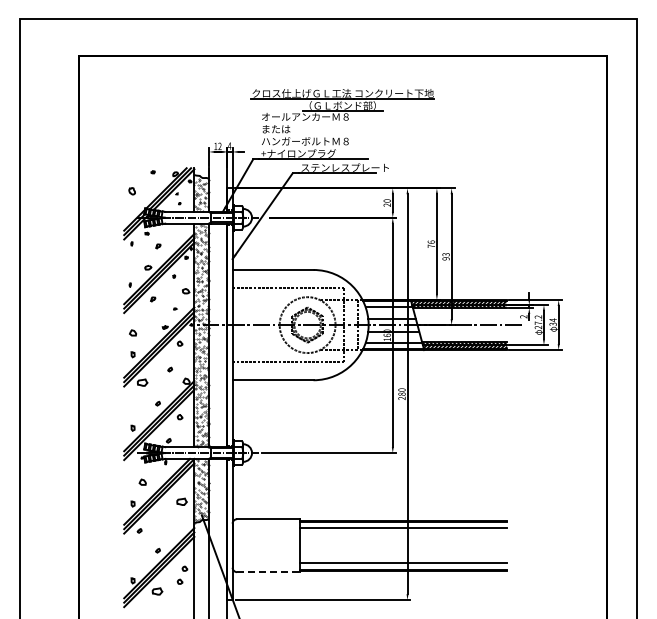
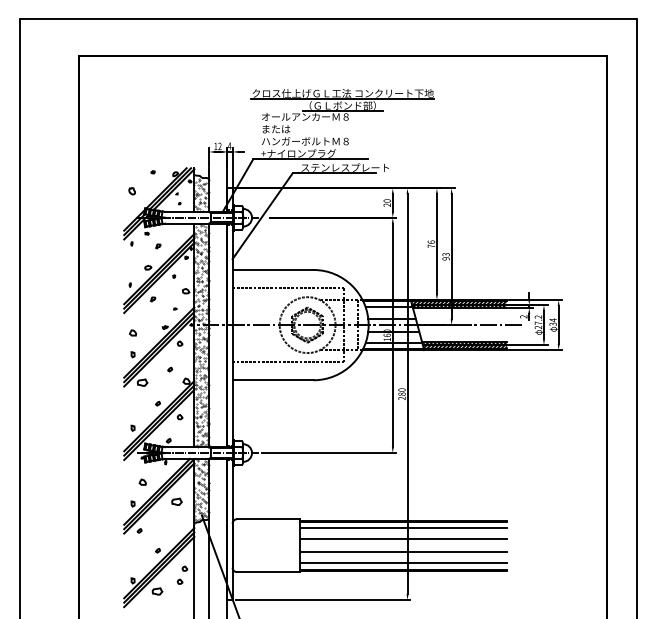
part at (181, 501) position: (181, 501) -> (176, 501)
line at (403, 539): none -> present
line at (403, 552): none -> present
line at (268, 572): dashed -> solid
